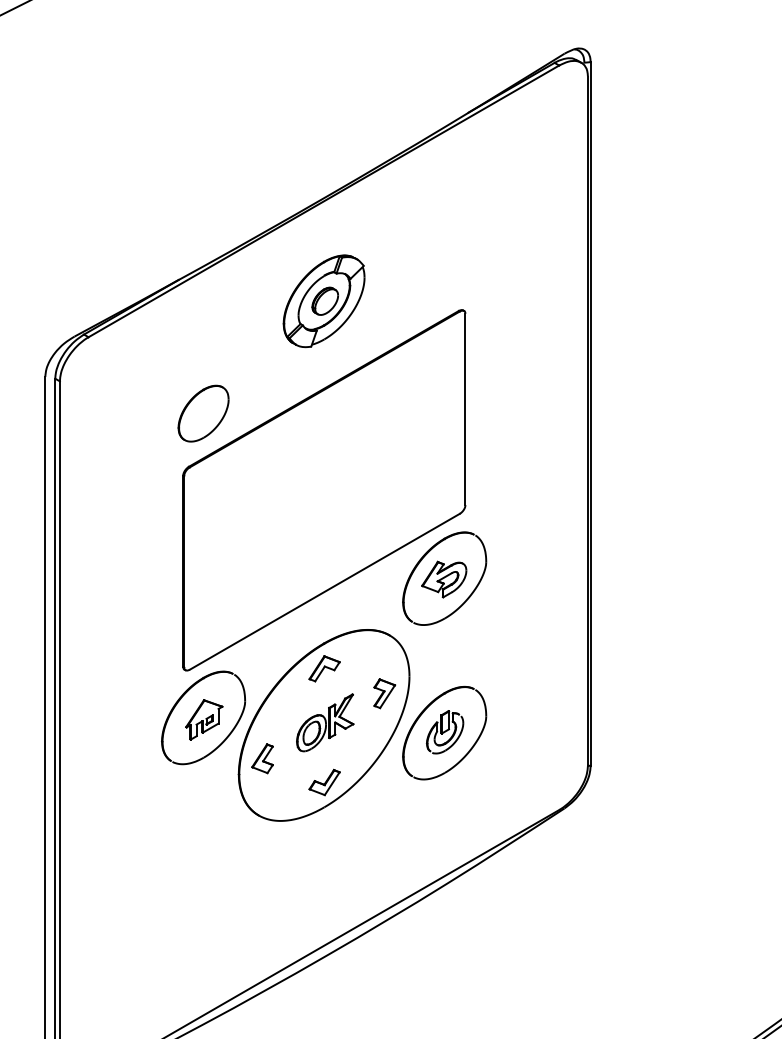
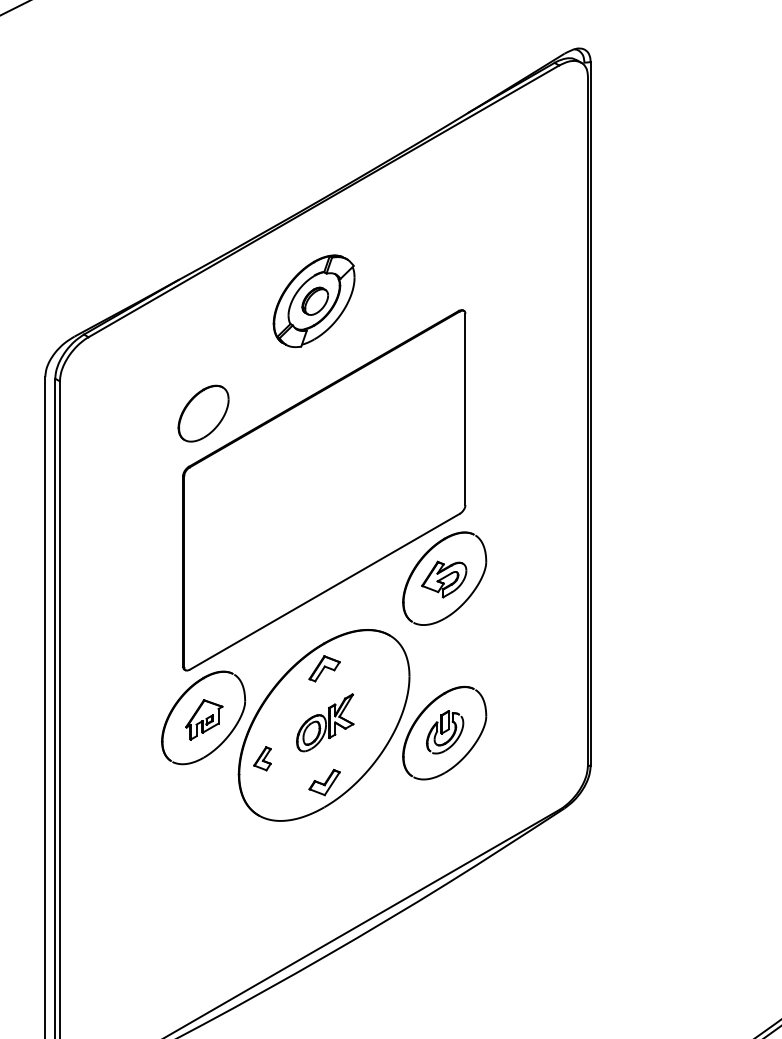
part at (323, 301) position: (323, 301) -> (313, 301)
part at (384, 693): present -> none
part at (262, 758) size: 23x32 px -> 19x26 px
